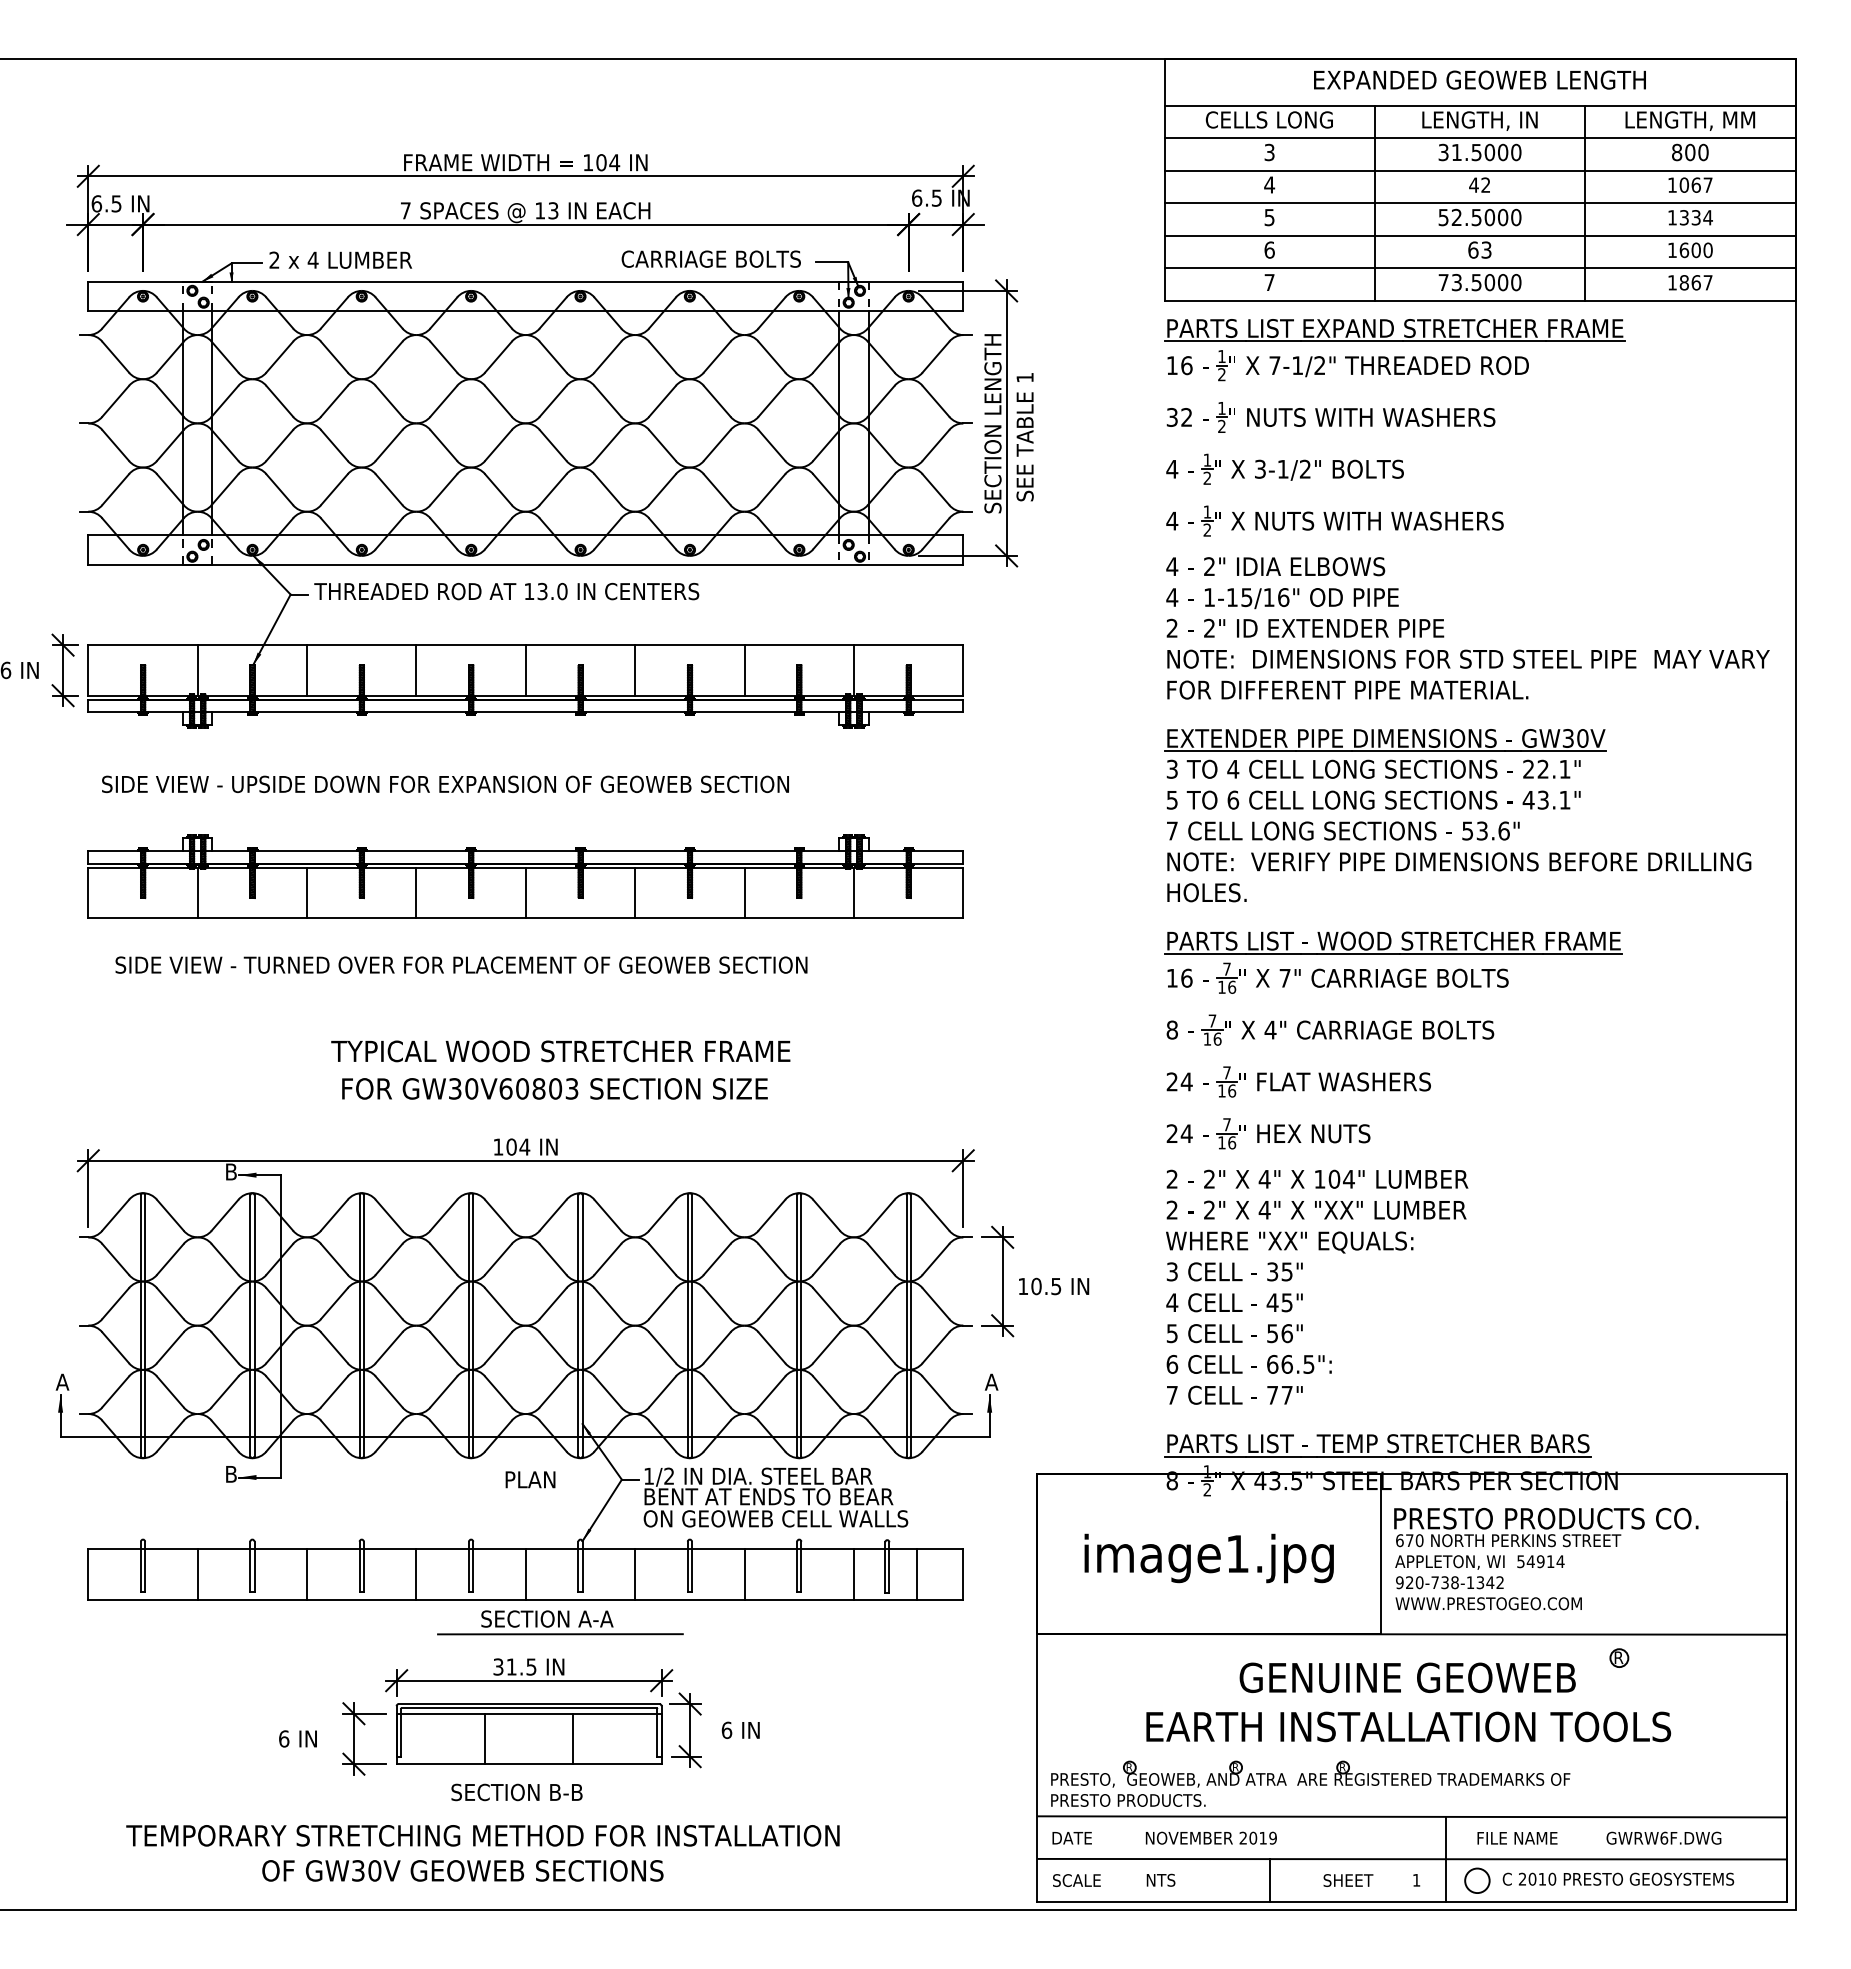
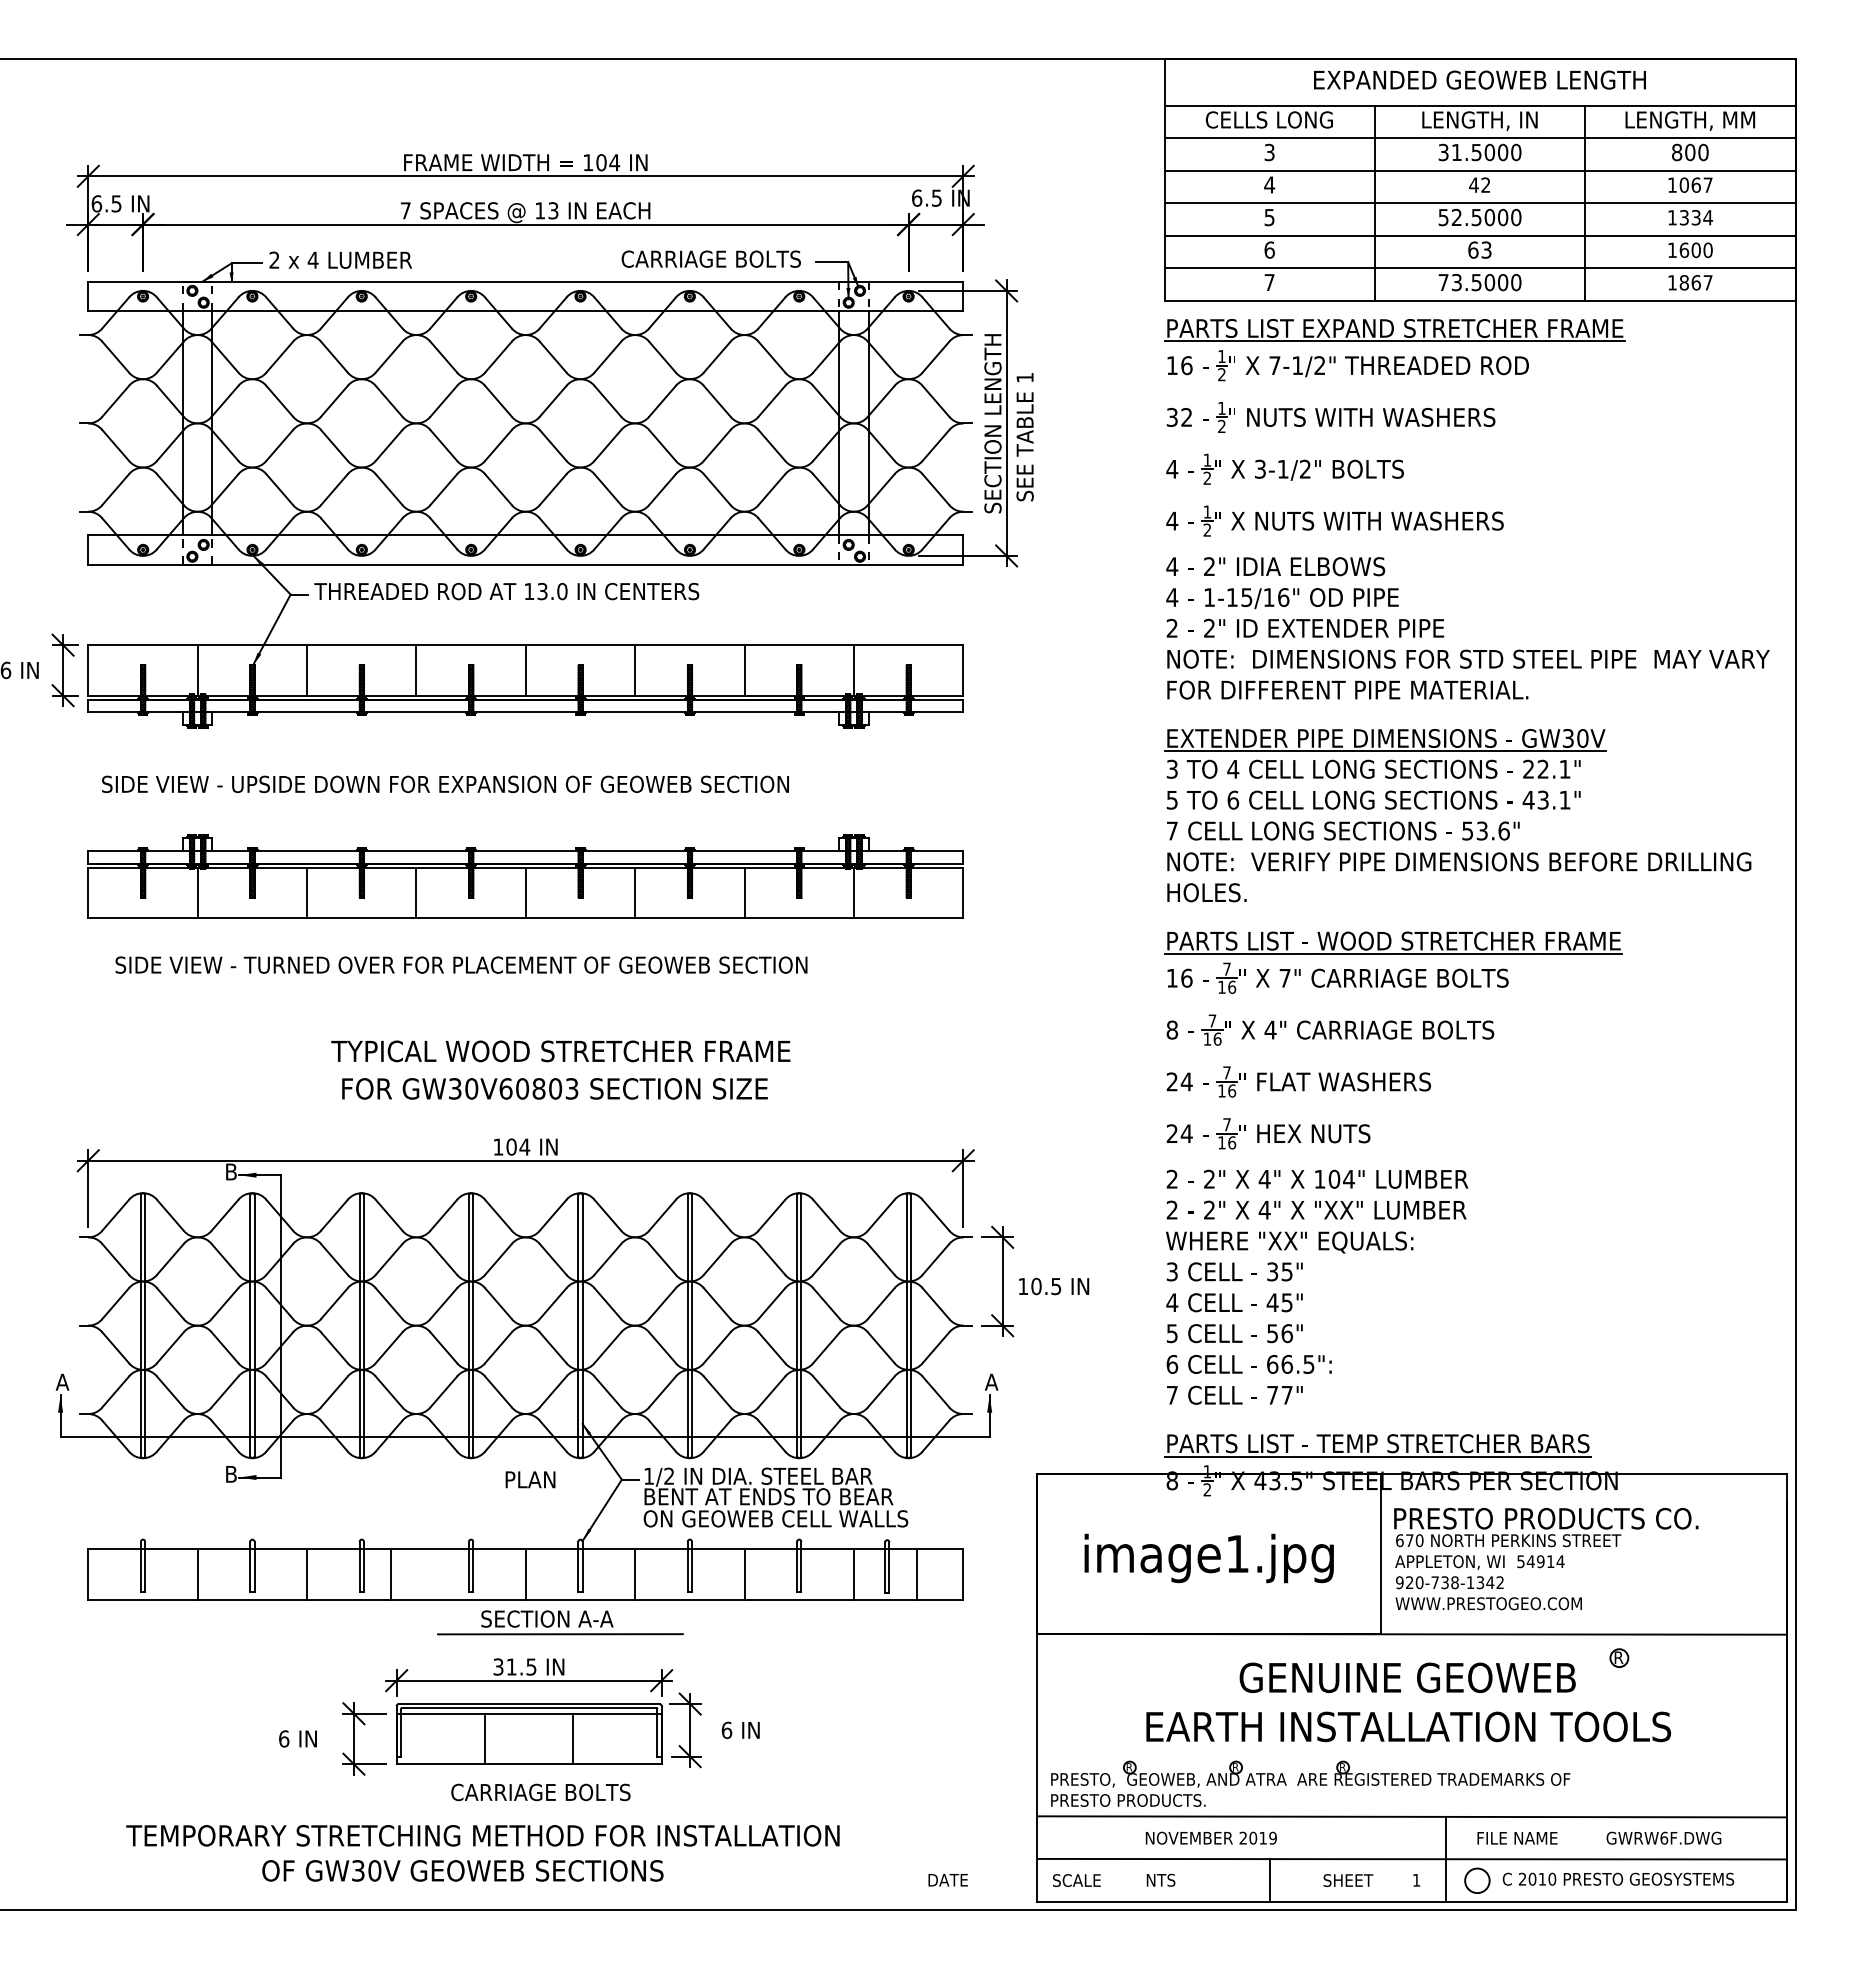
line at (416, 1574) position: (416, 1574) -> (391, 1574)
text at (540, 1792): SECTION B-B -> CARRIAGE BOLTS
text at (1071, 1838) position: (1071, 1838) -> (947, 1880)
